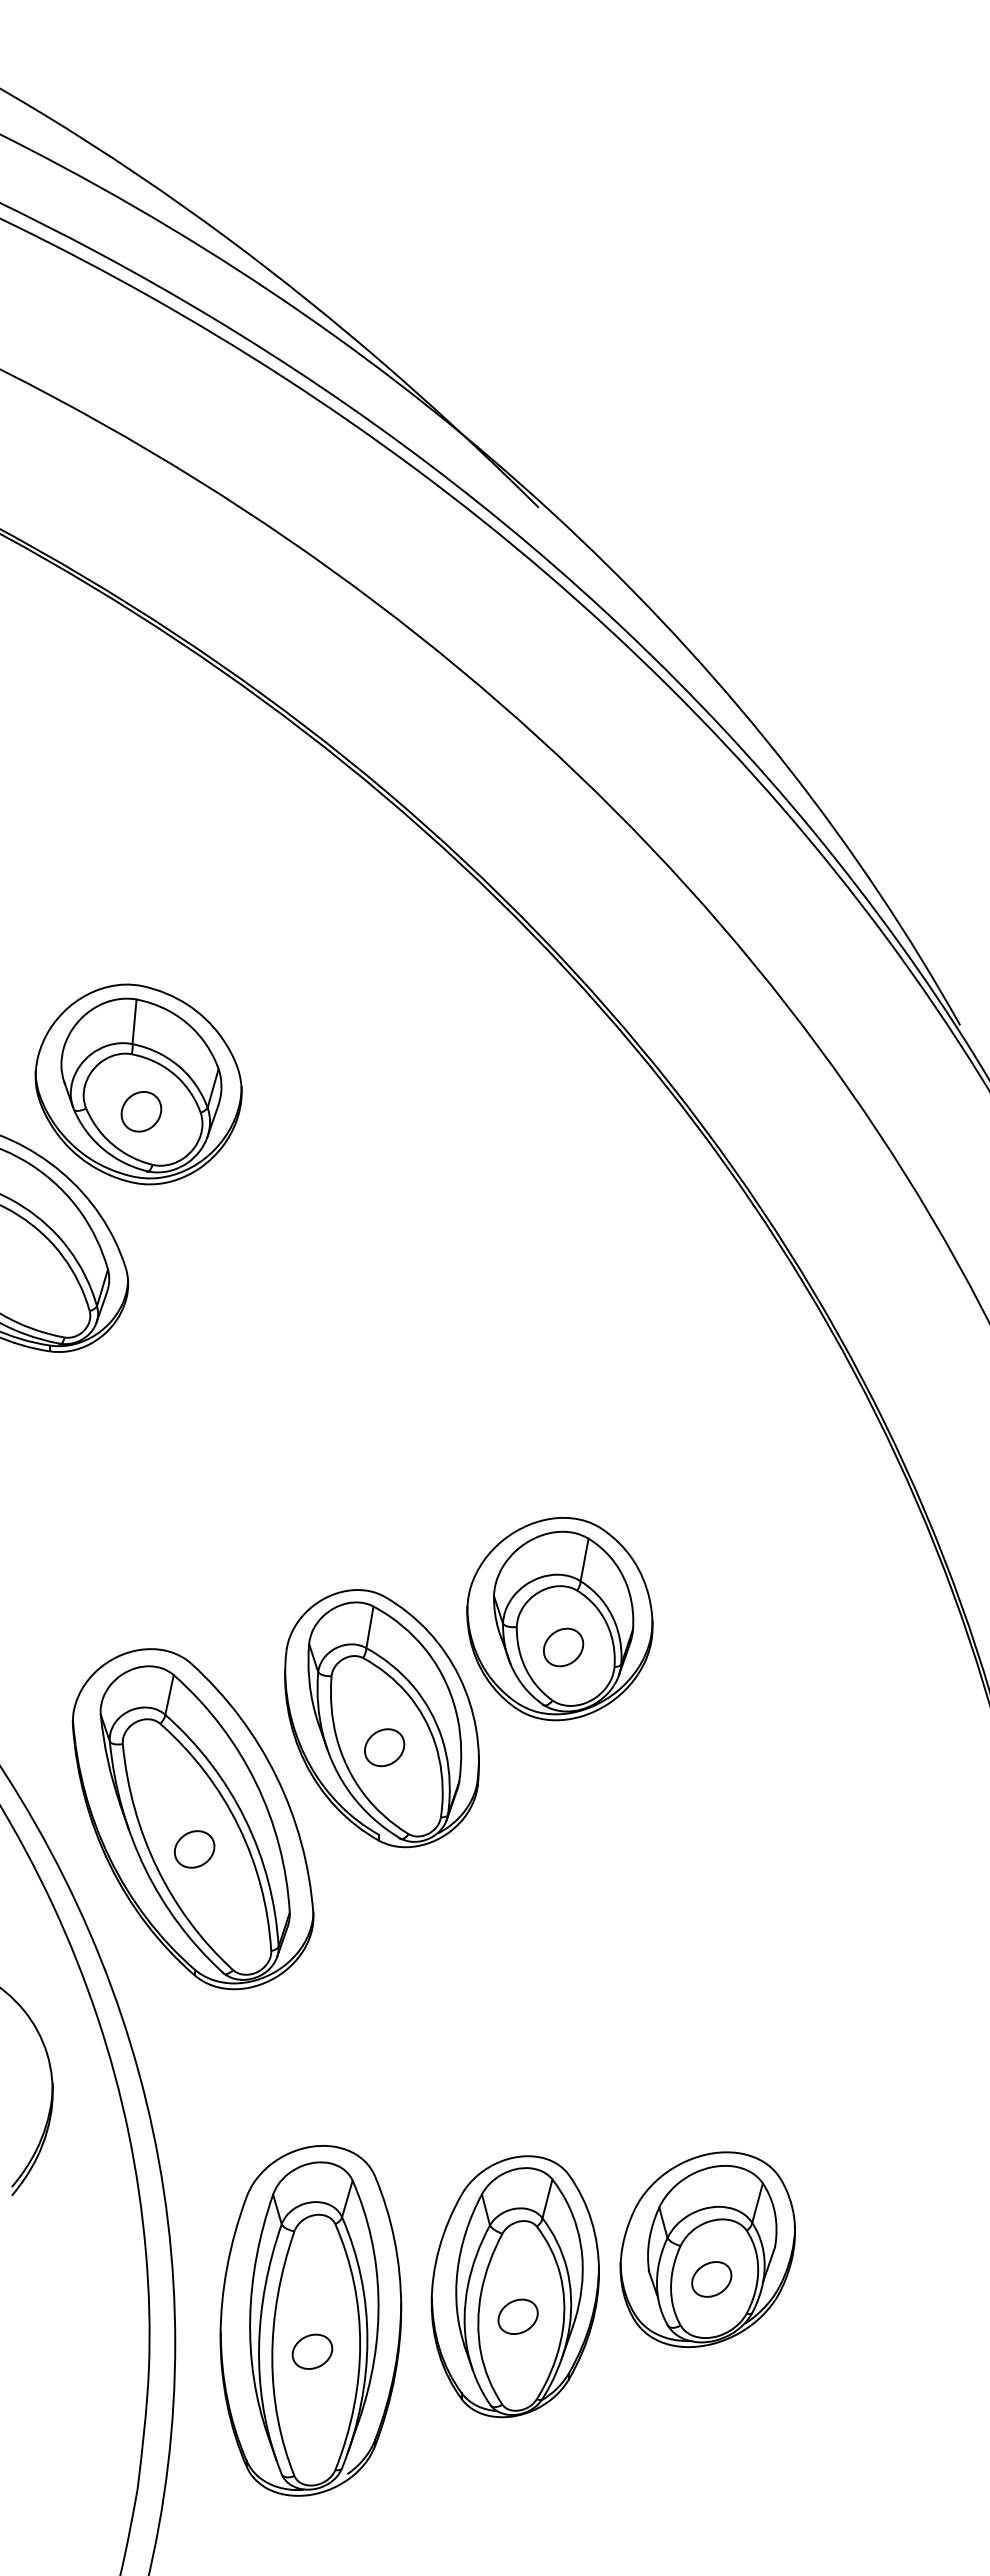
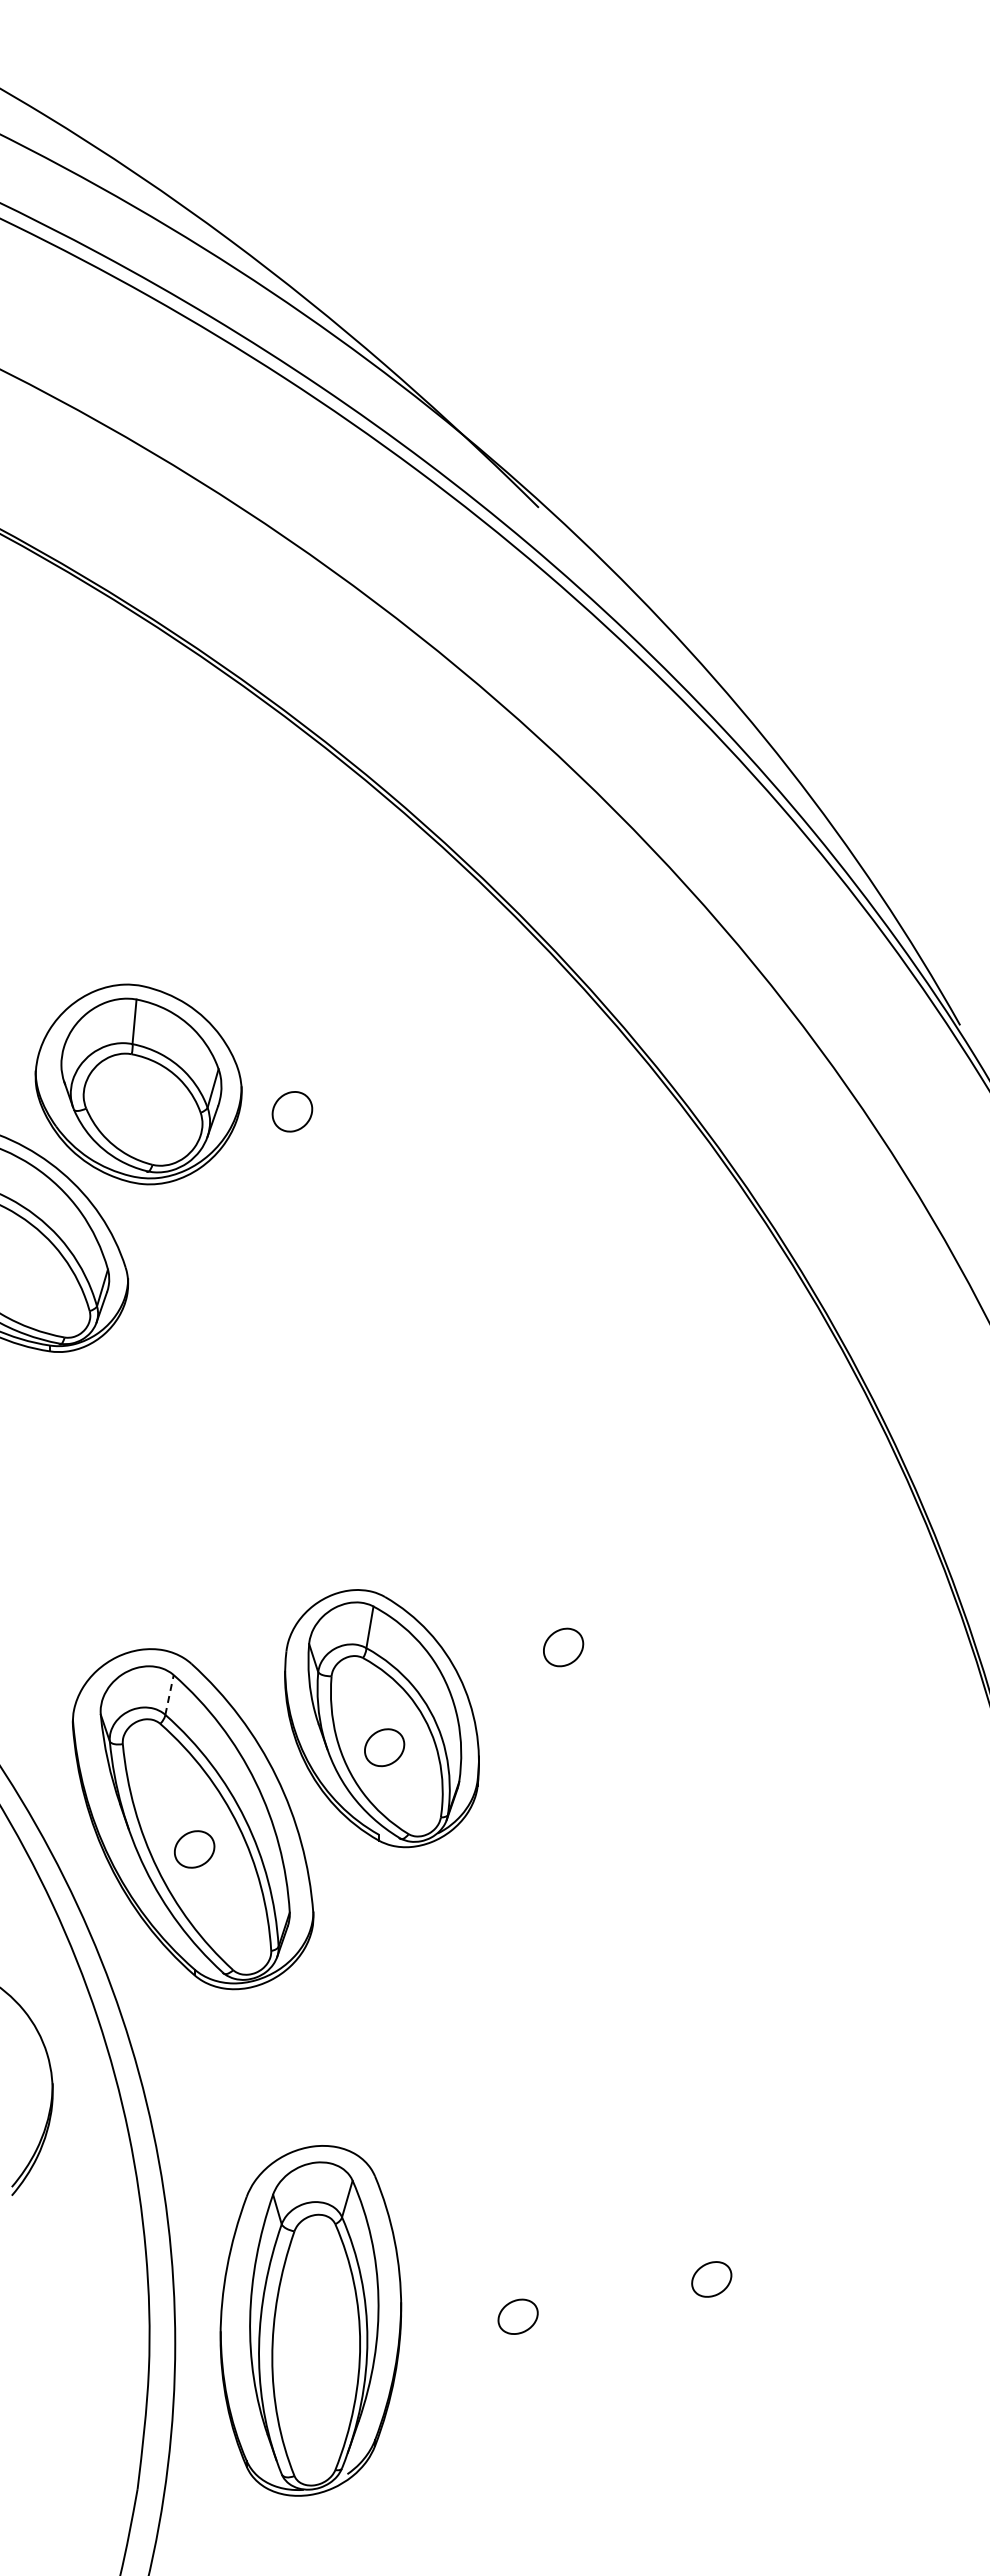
part at (141, 1111) position: (141, 1111) -> (292, 1111)
part at (559, 1619): present -> none
line at (169, 1694): solid -> dashed
part at (707, 2249): present -> none
part at (514, 2286): present -> none
part at (312, 2351): present -> none
